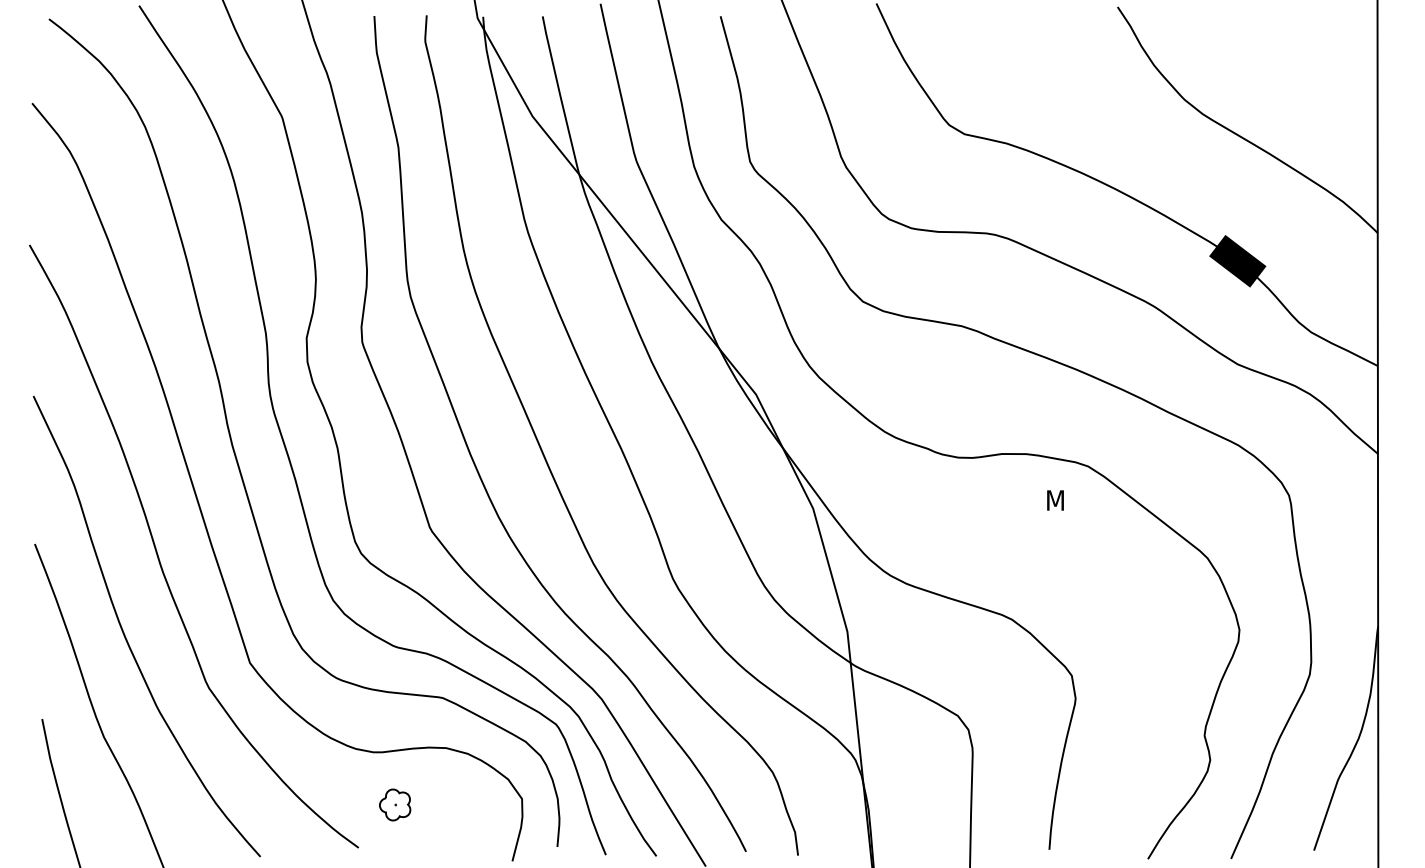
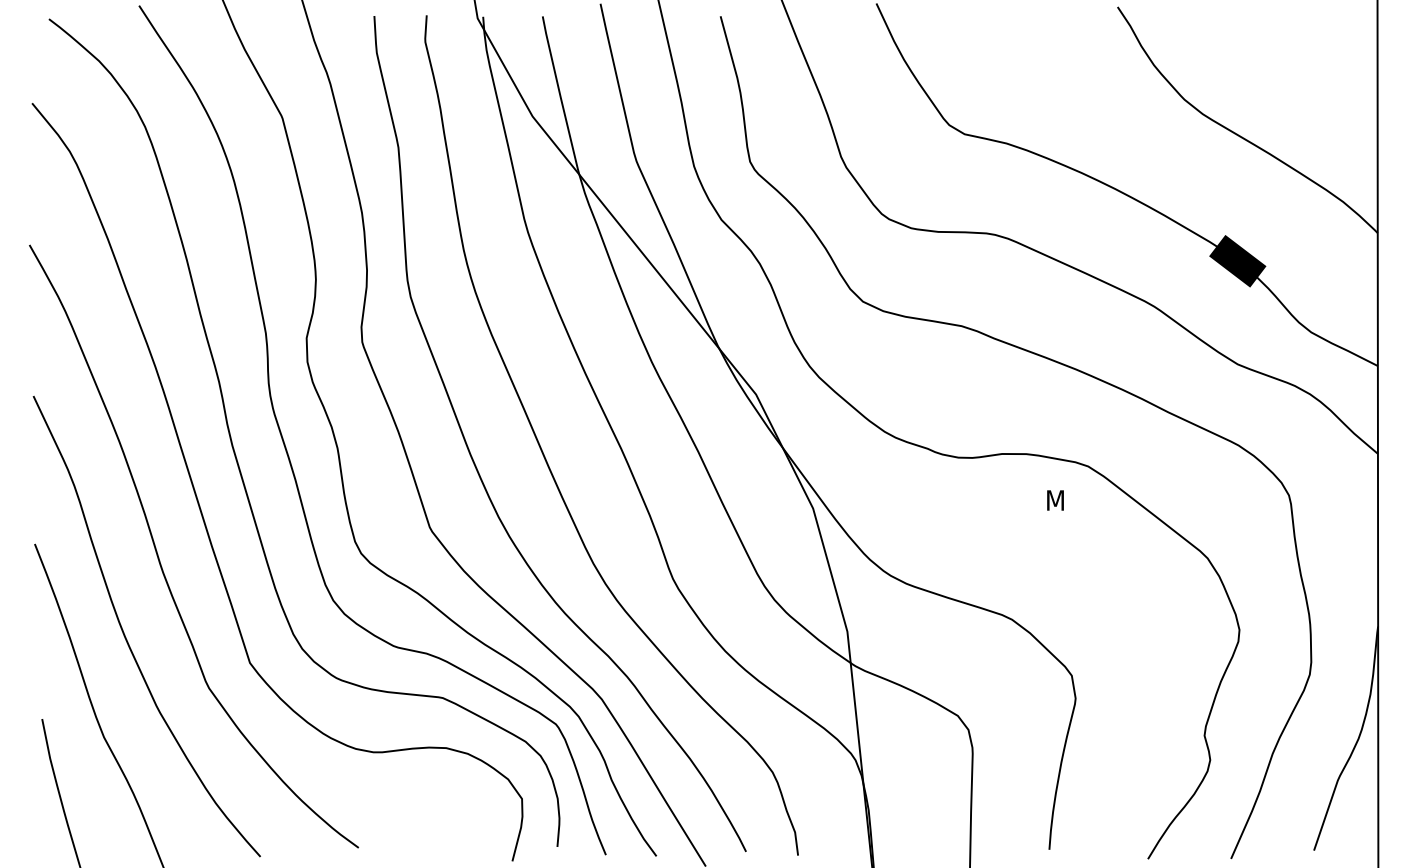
part at (395, 804): present -> none
